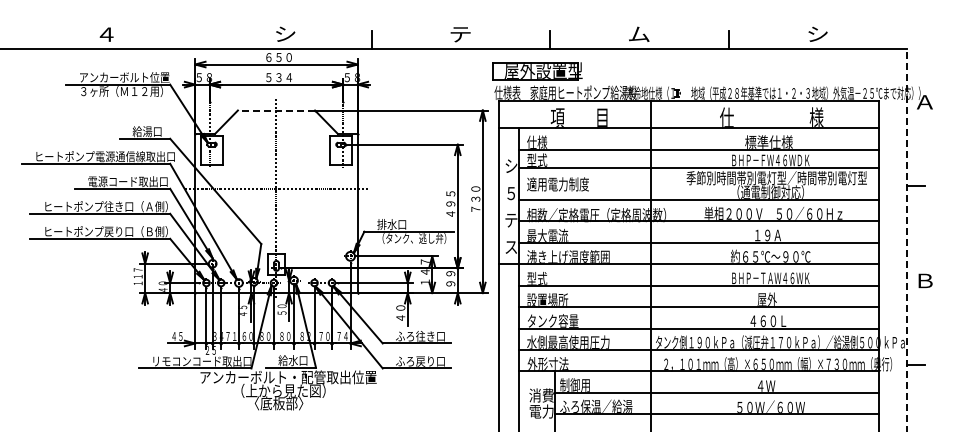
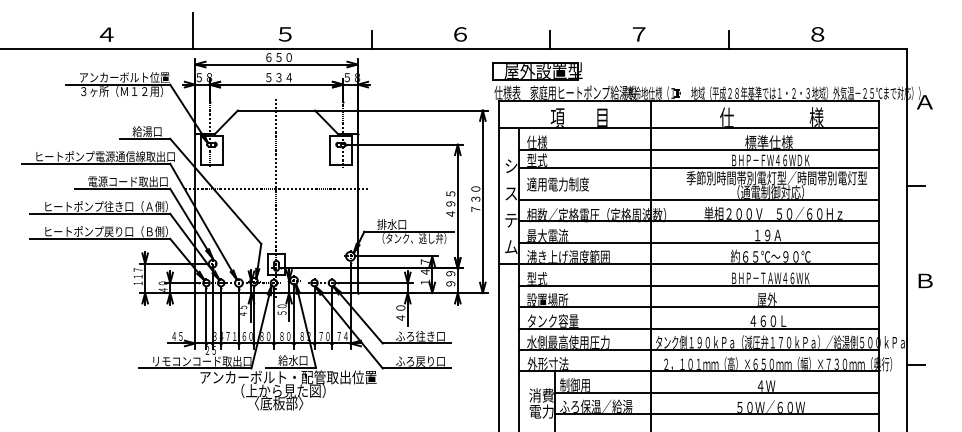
line at (192, 30): none -> present
text at (285, 33): シ -> ５
text at (639, 33): ム -> ７
text at (817, 33): シ -> ８
text at (460, 34): テ -> ６
line at (276, 110): dashed -> solid
text at (510, 193): ５ -> ス
line at (907, 239): dashed -> solid
text at (511, 246): ス -> ム
